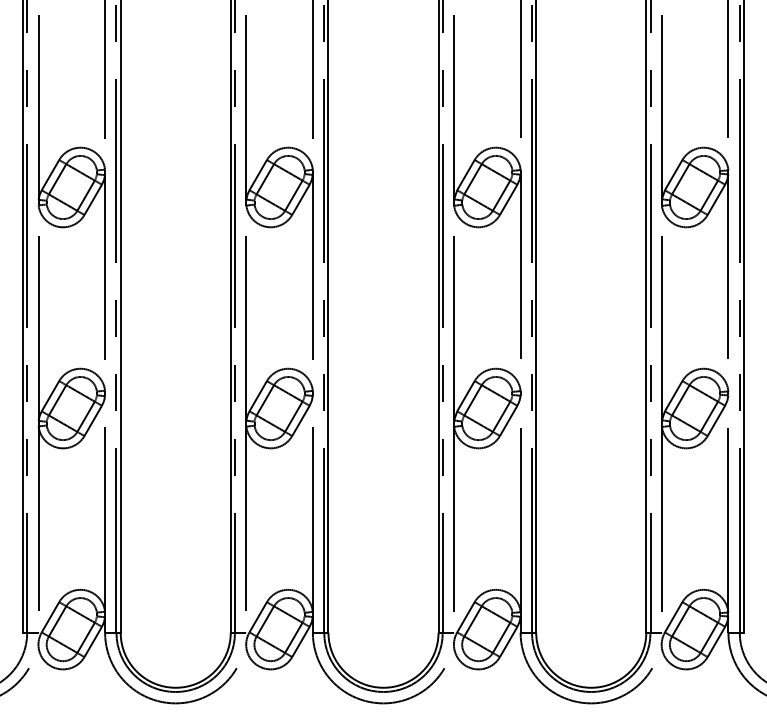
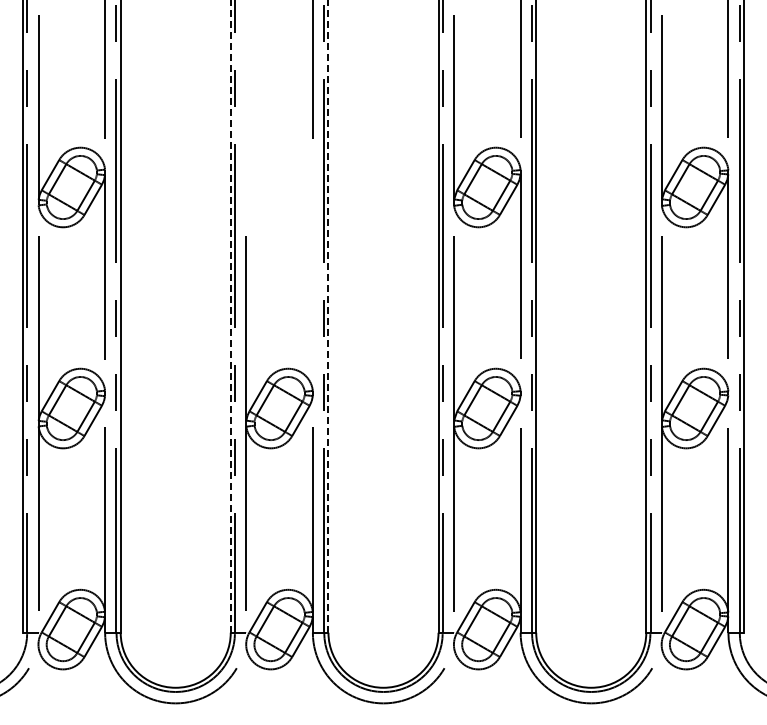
part at (279, 187): present -> none
line at (230, 316): solid -> dashed
line at (328, 316): solid -> dashed
